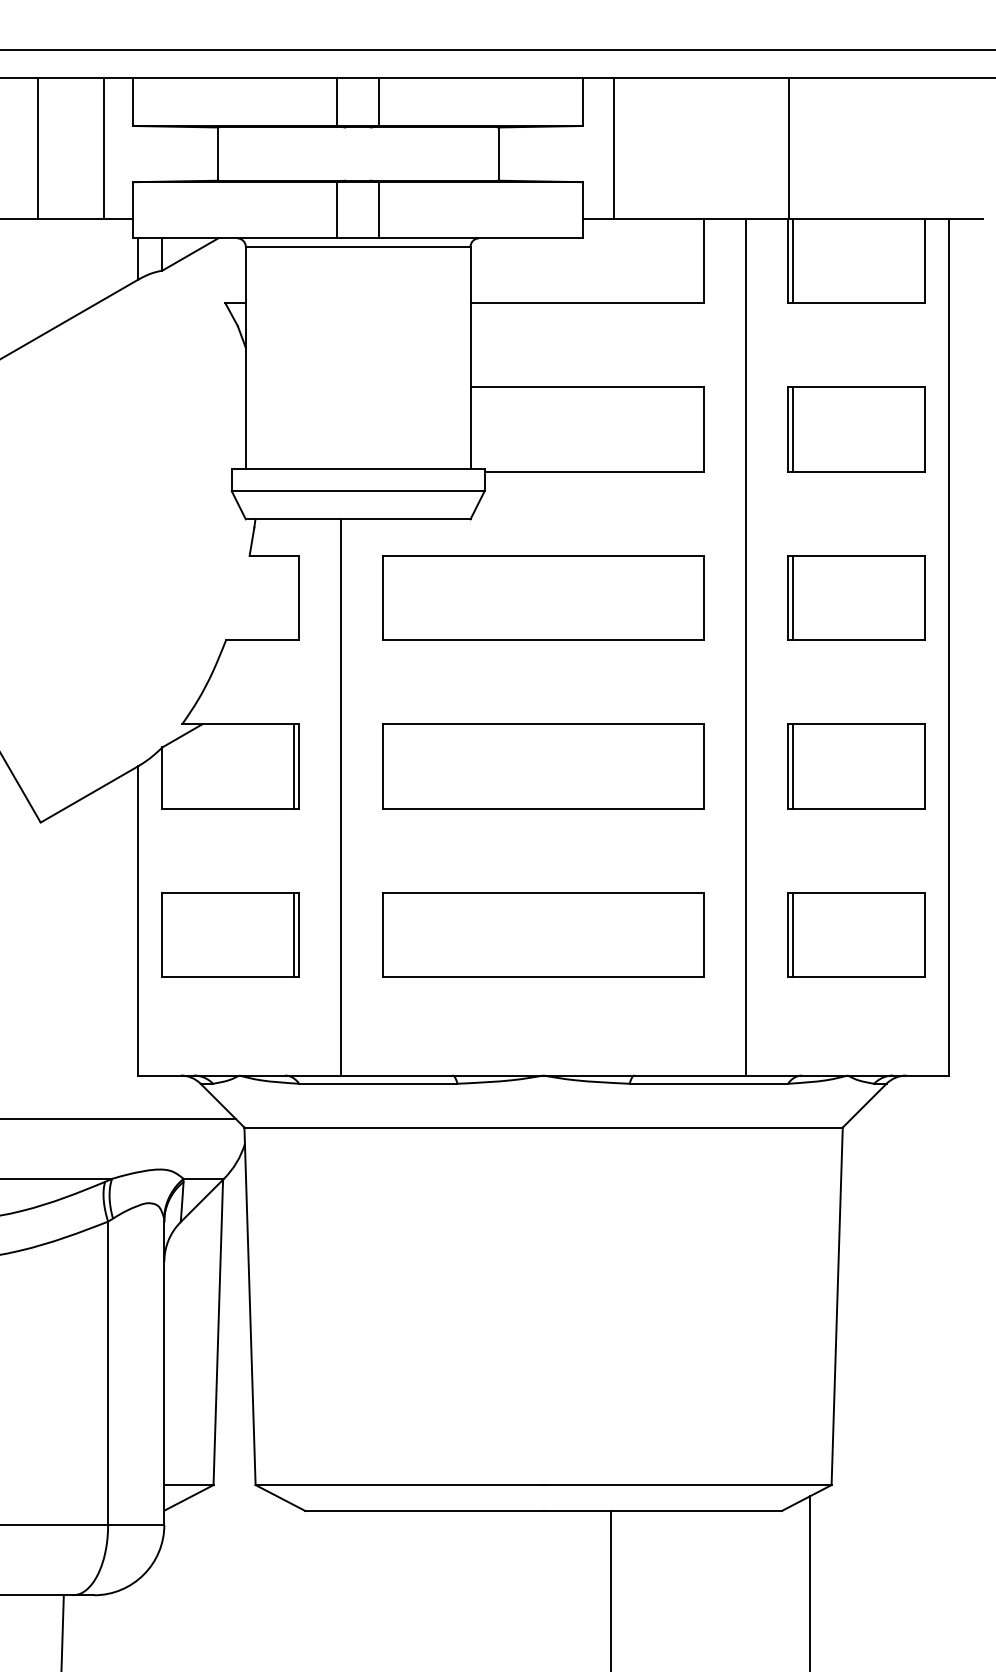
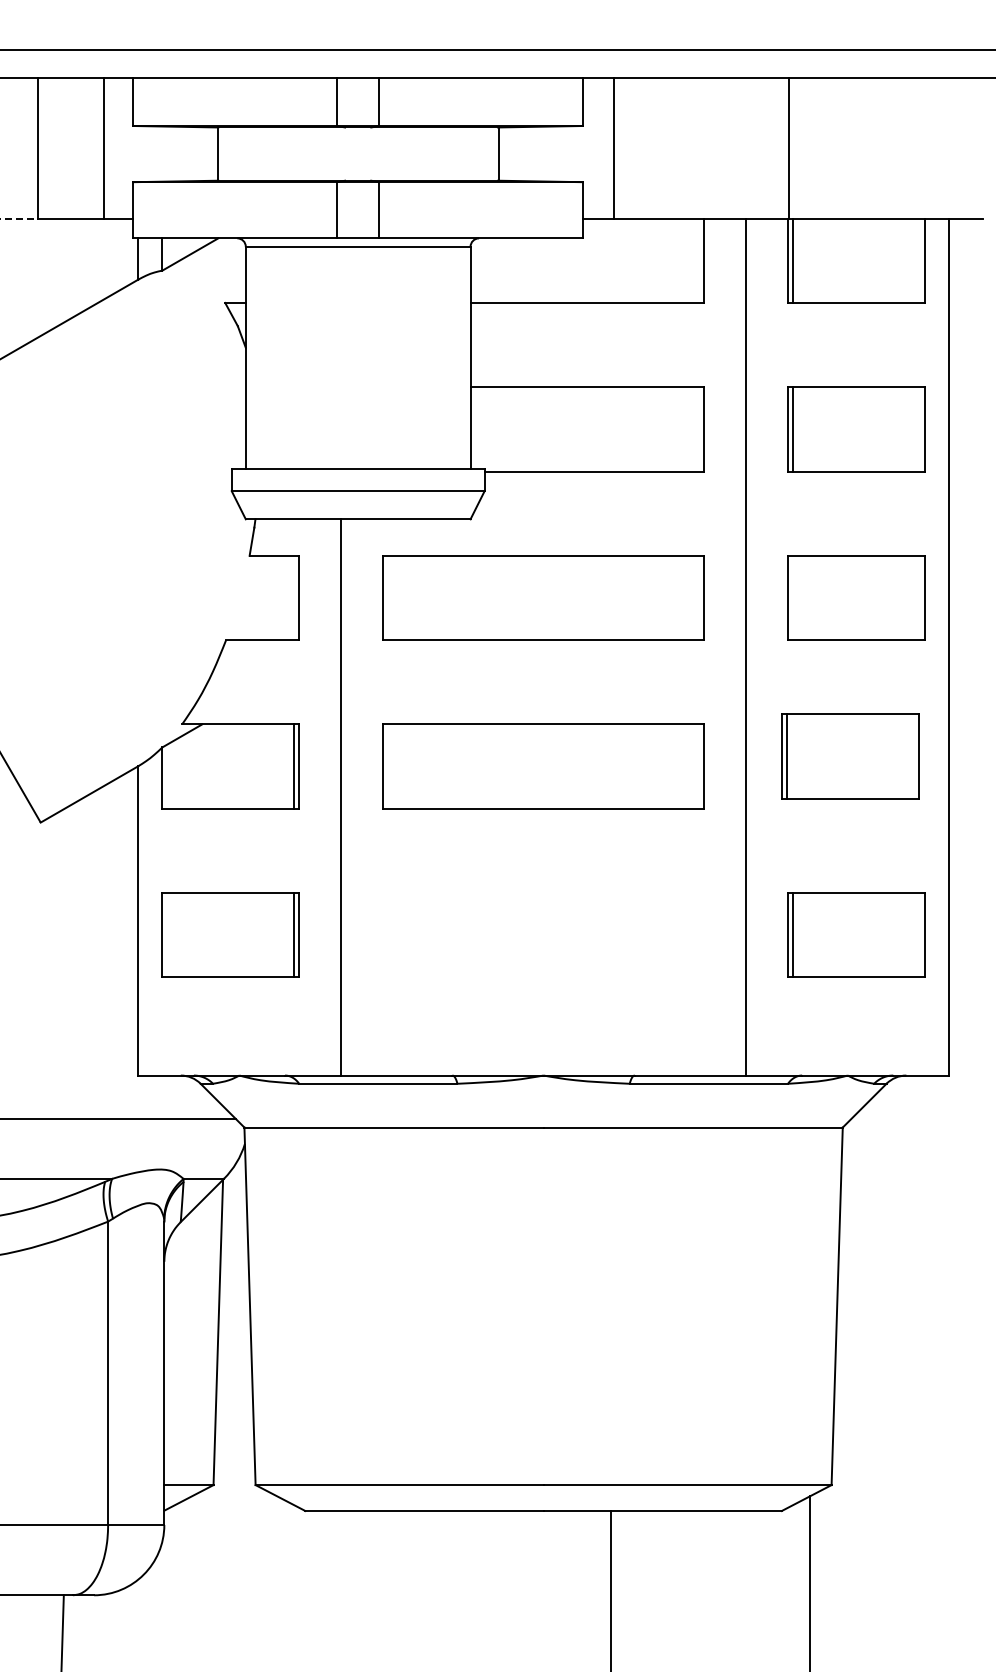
line at (18, 218): solid -> dashed
line at (792, 597): present -> none
part at (856, 766) position: (856, 766) -> (850, 756)
part at (543, 934): present -> none
